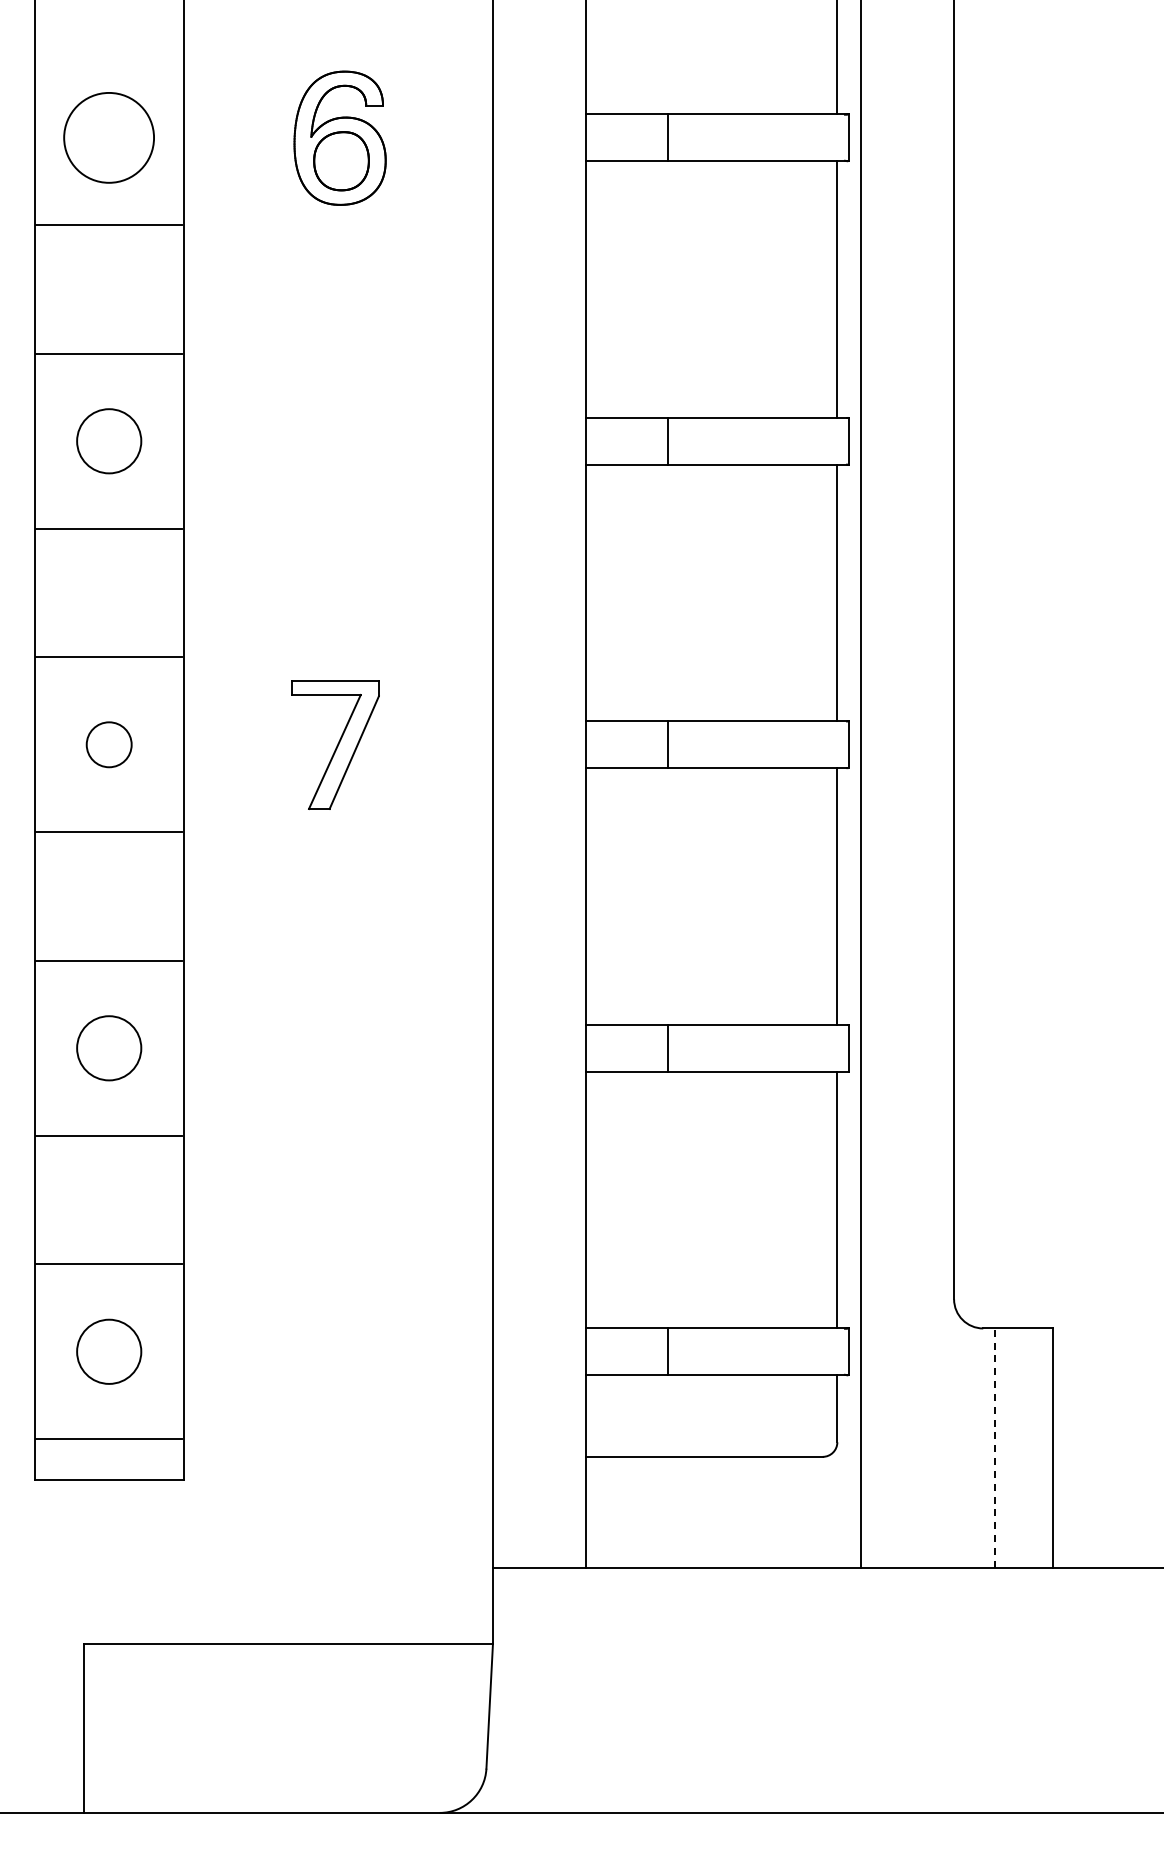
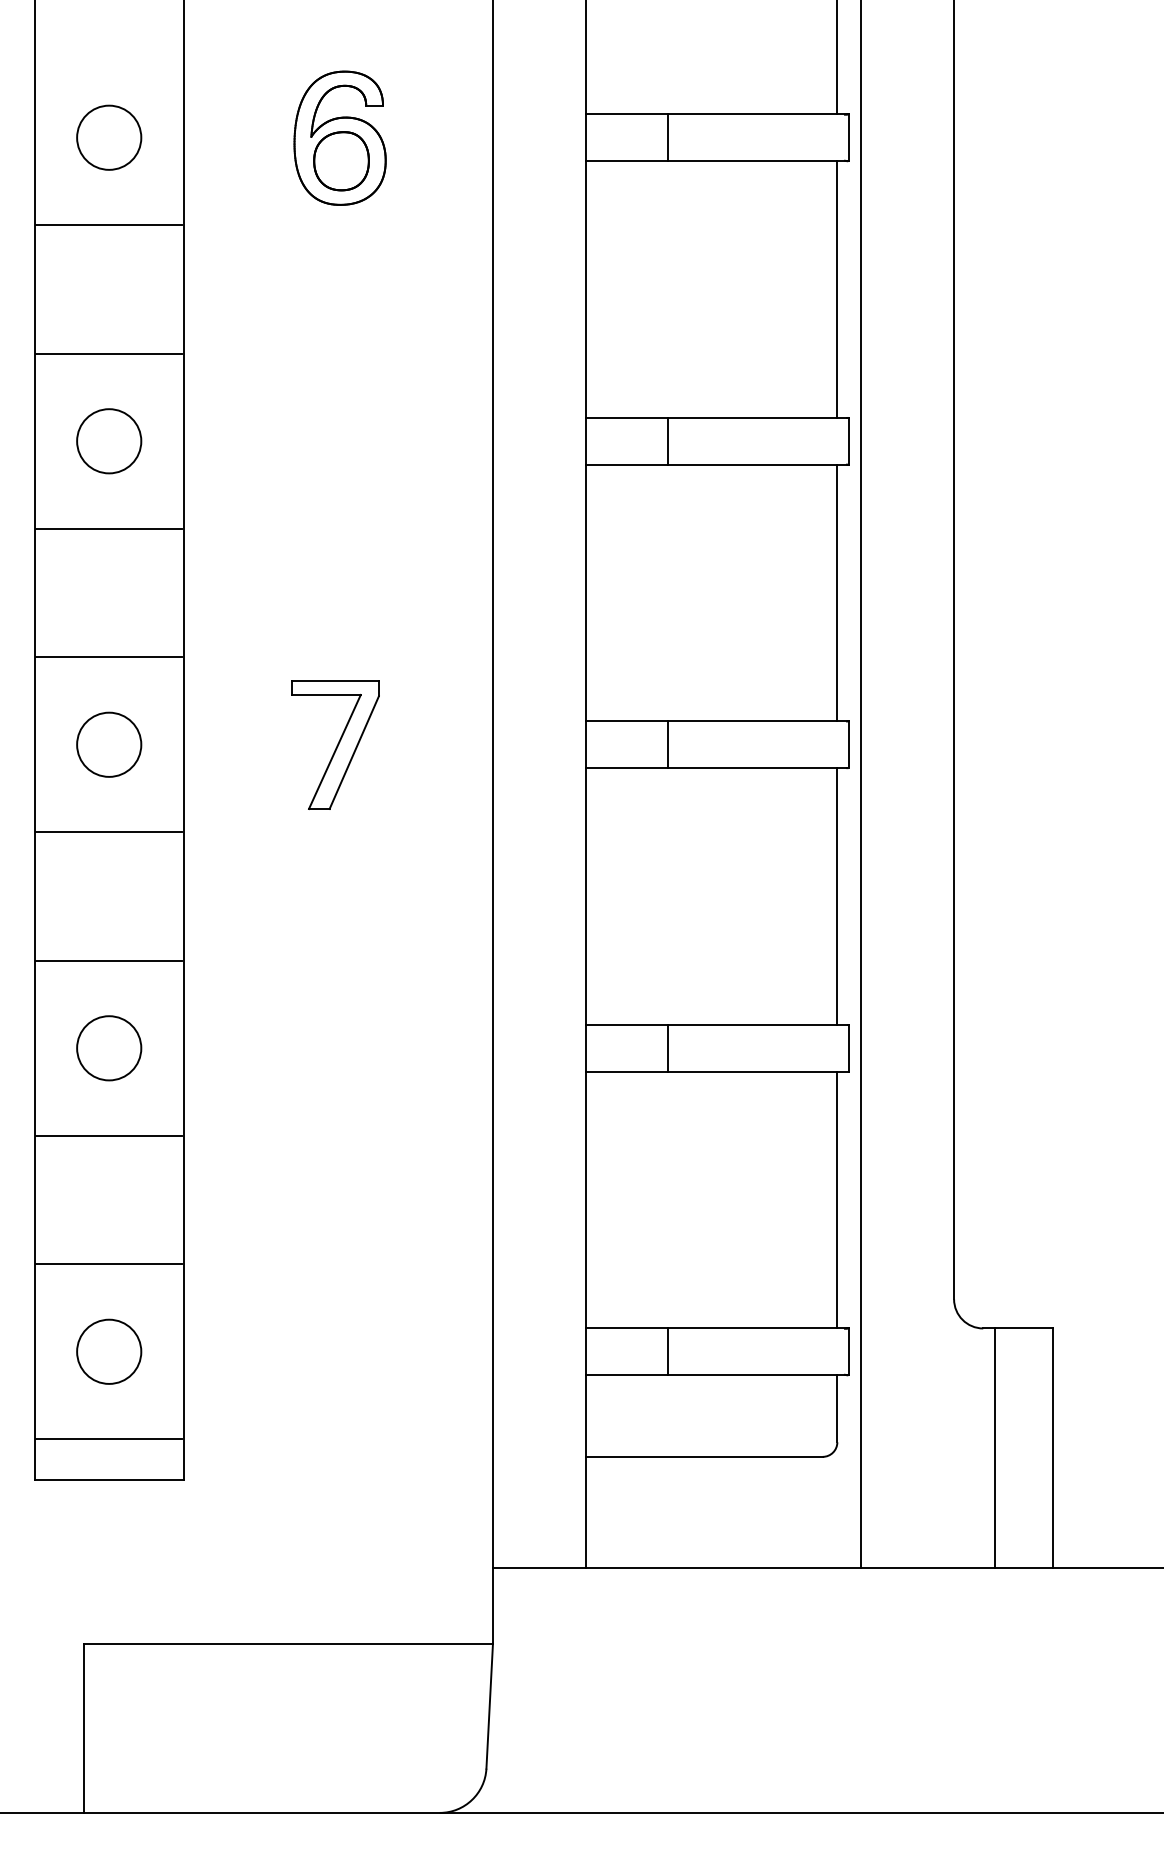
circle at (108, 137) size: 92x92 px -> 67x67 px
circle at (108, 744) diameter: 45 px -> 64 px
line at (994, 1448): dashed -> solid
